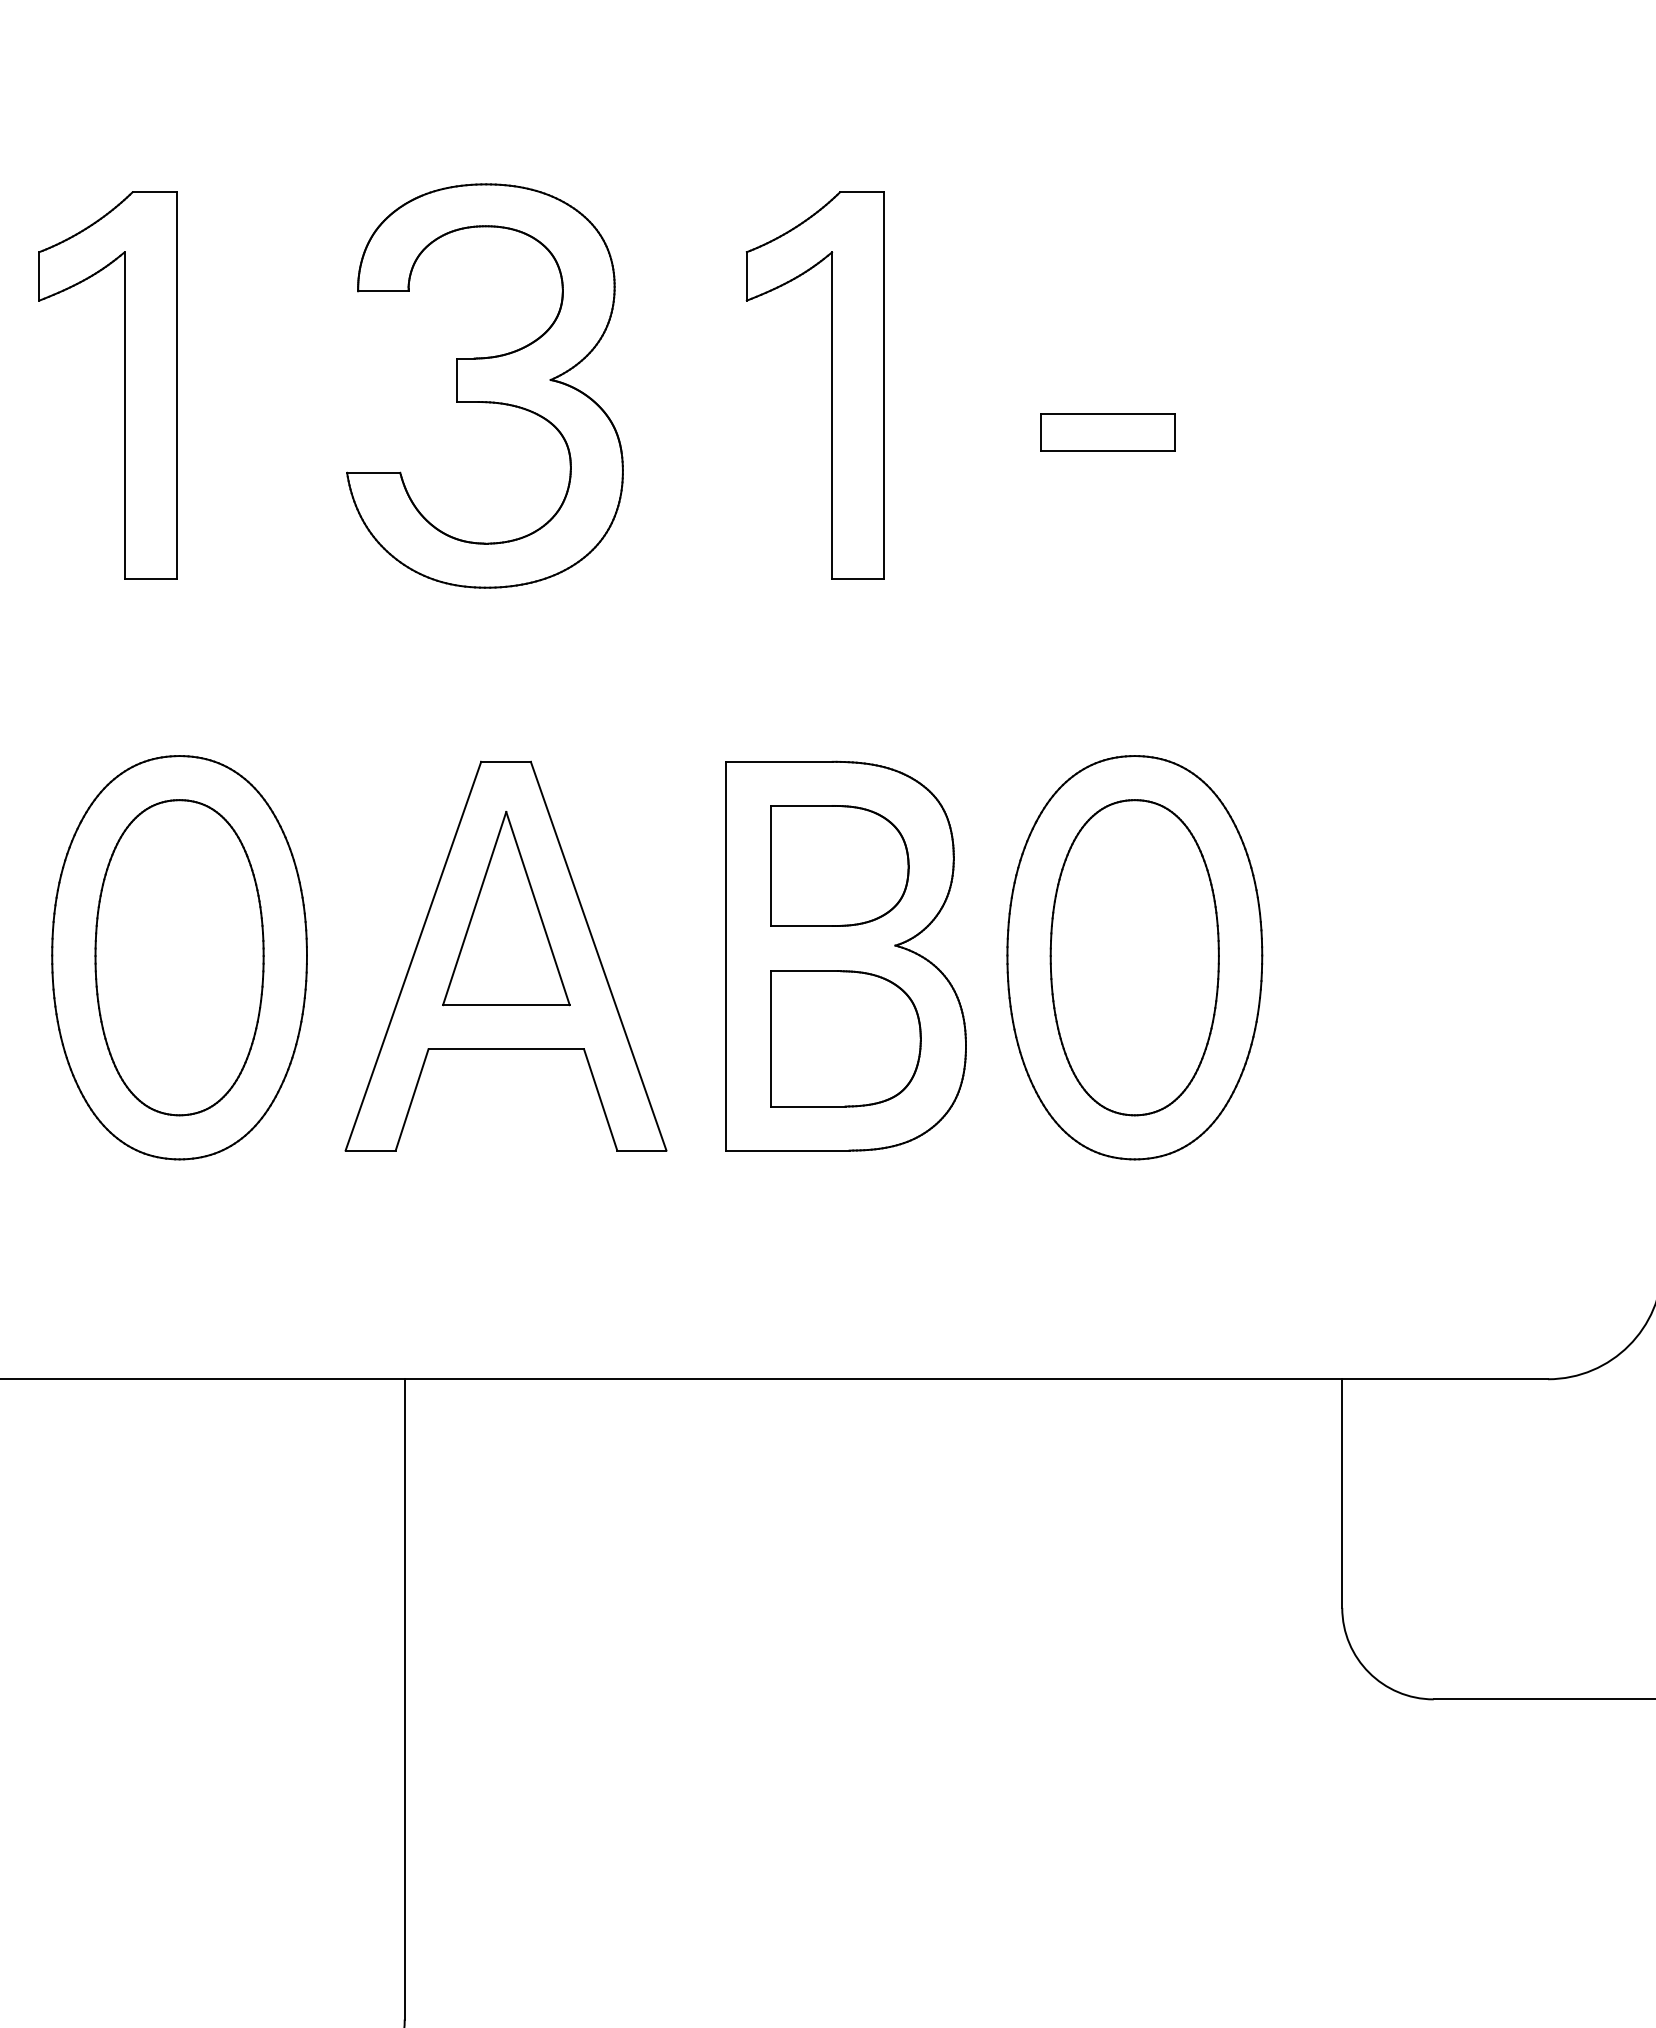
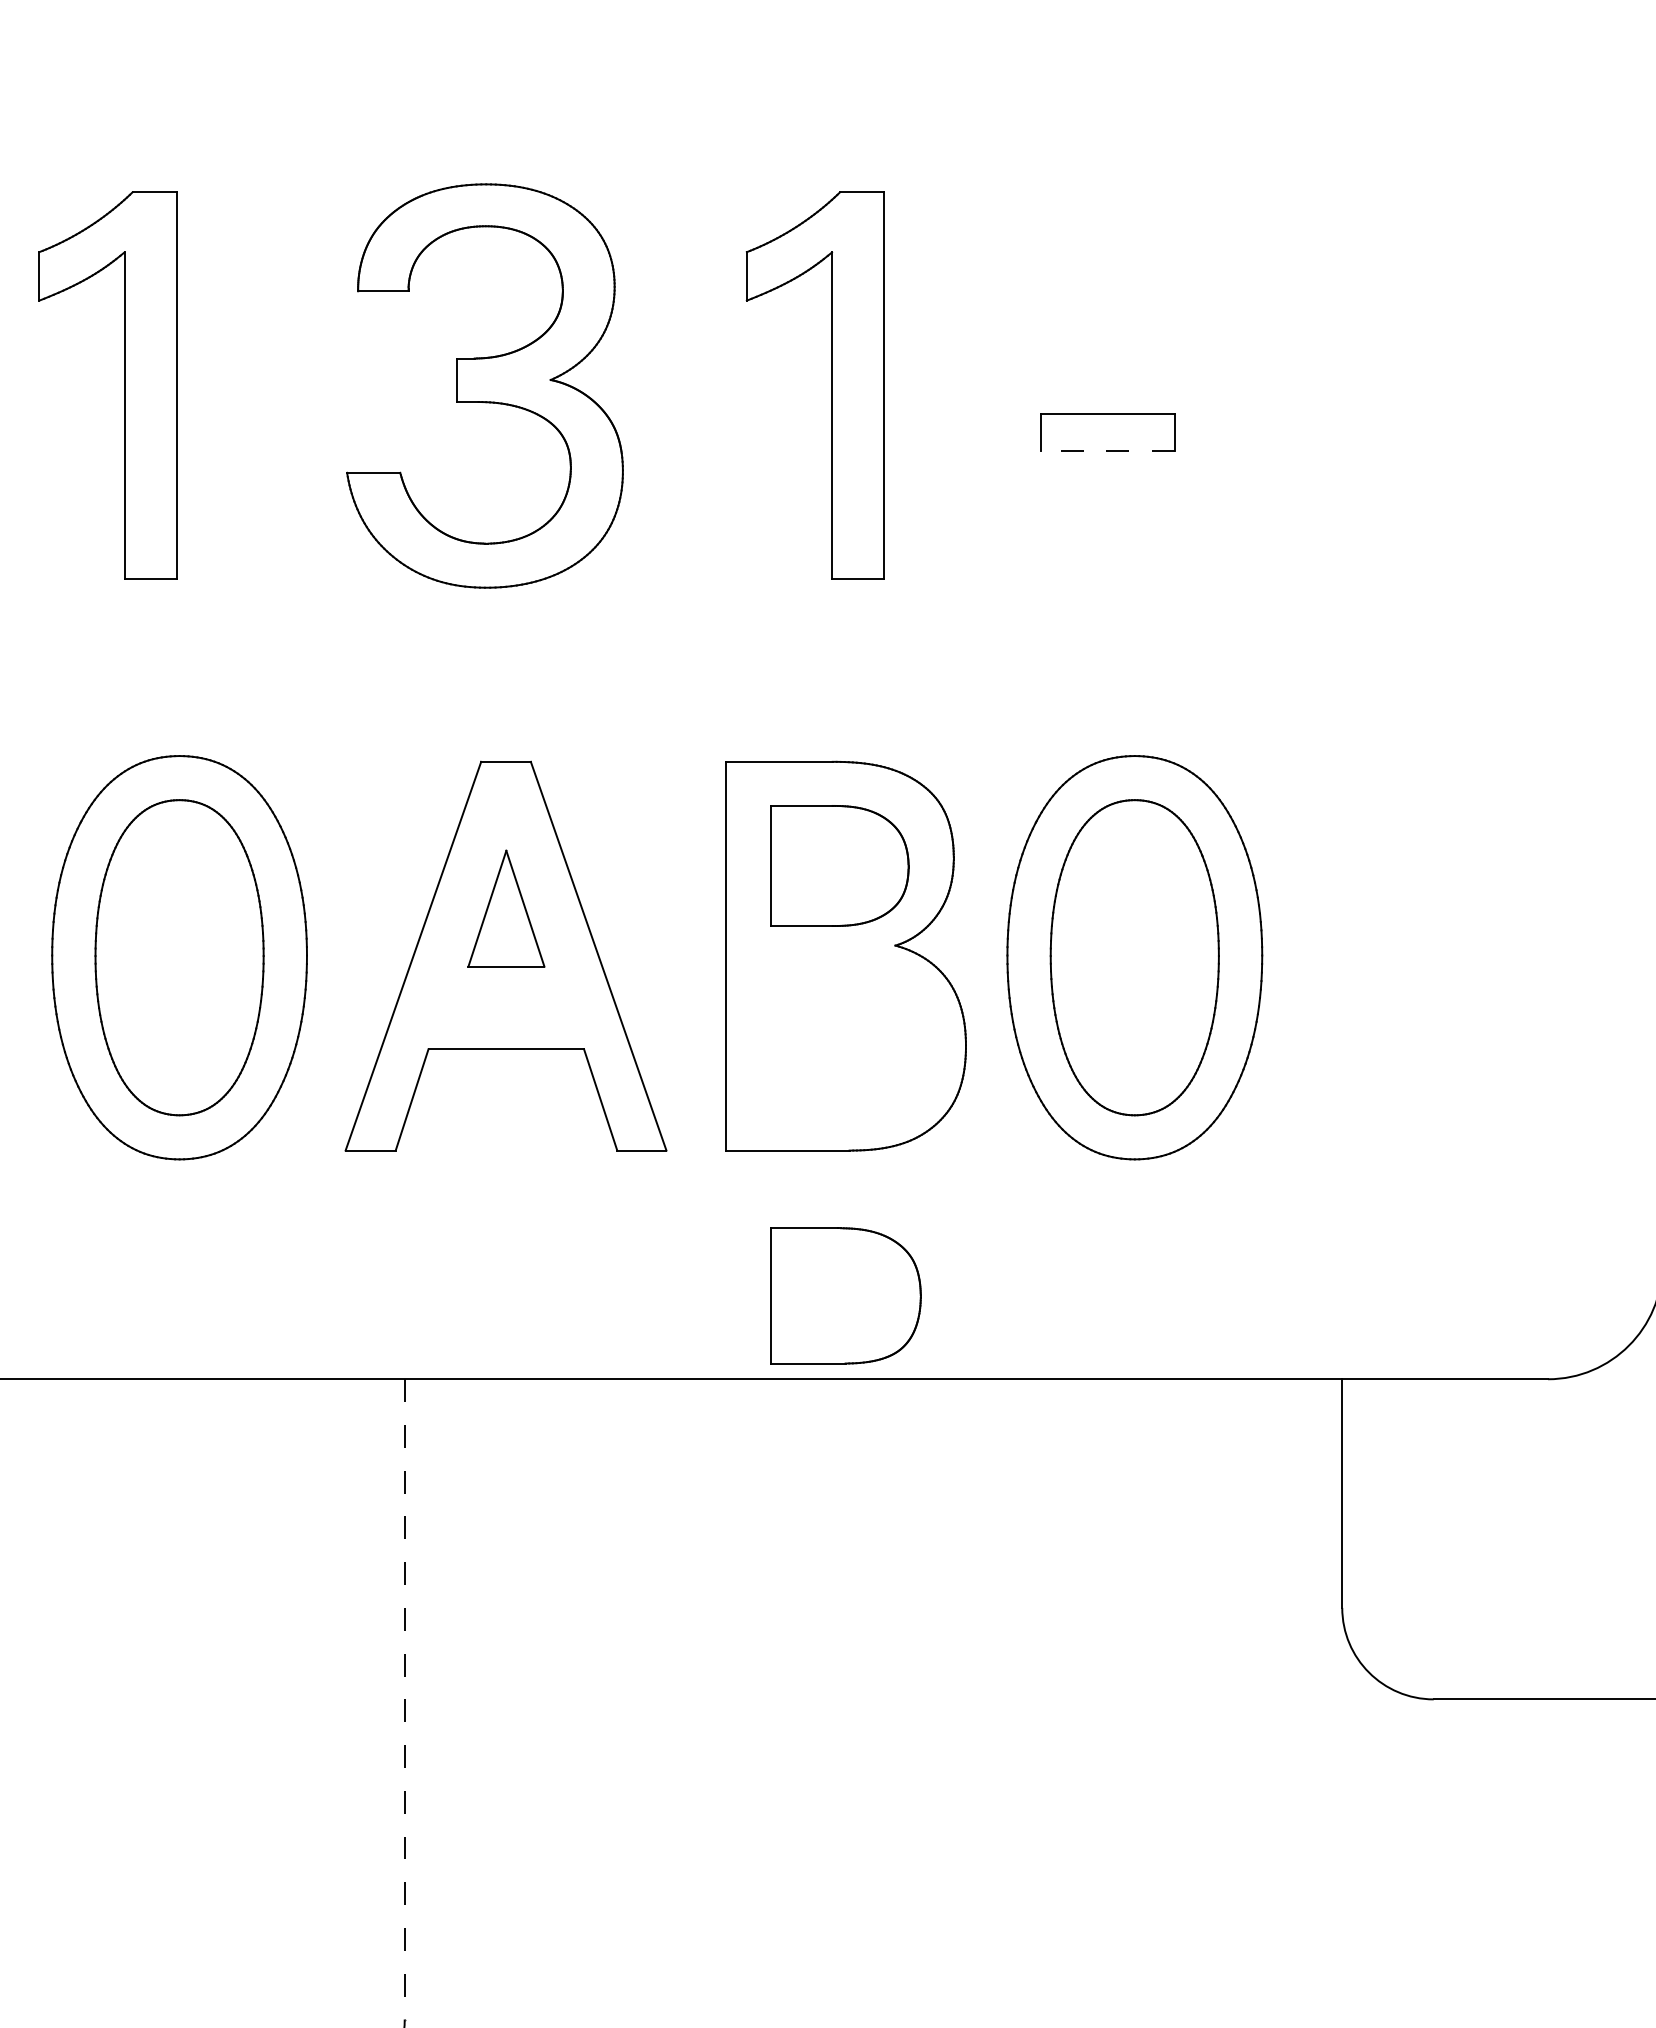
line at (1108, 451): solid -> dashed
part at (506, 908) size: 129x196 px -> 79x119 px
part at (845, 1038) position: (845, 1038) -> (845, 1295)
line at (404, 1699): solid -> dashed
